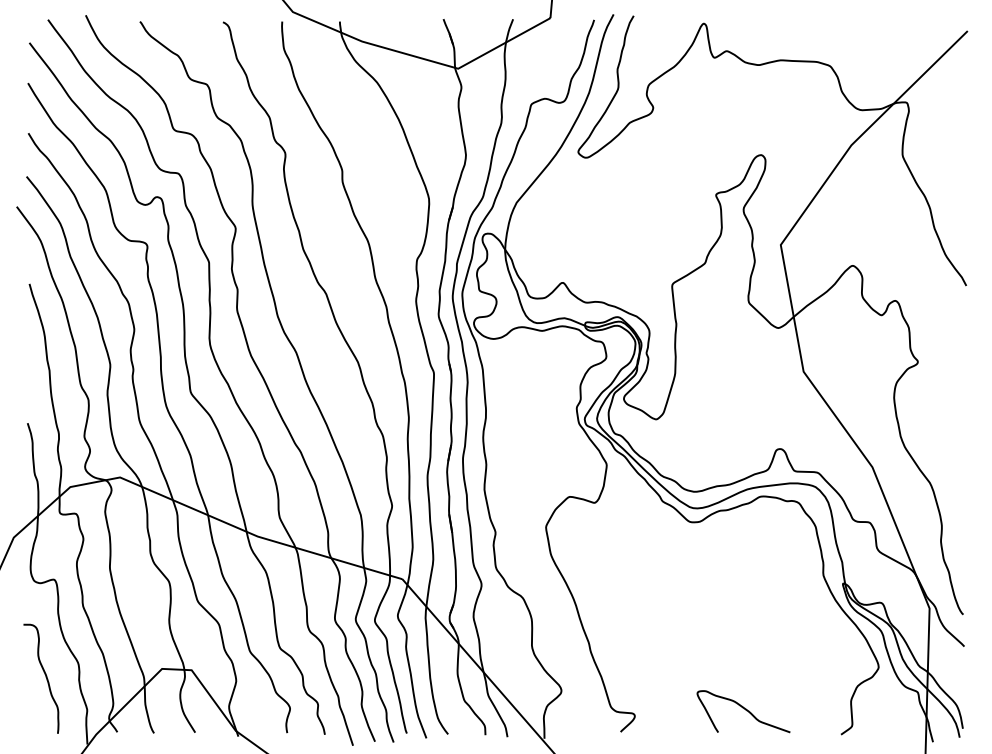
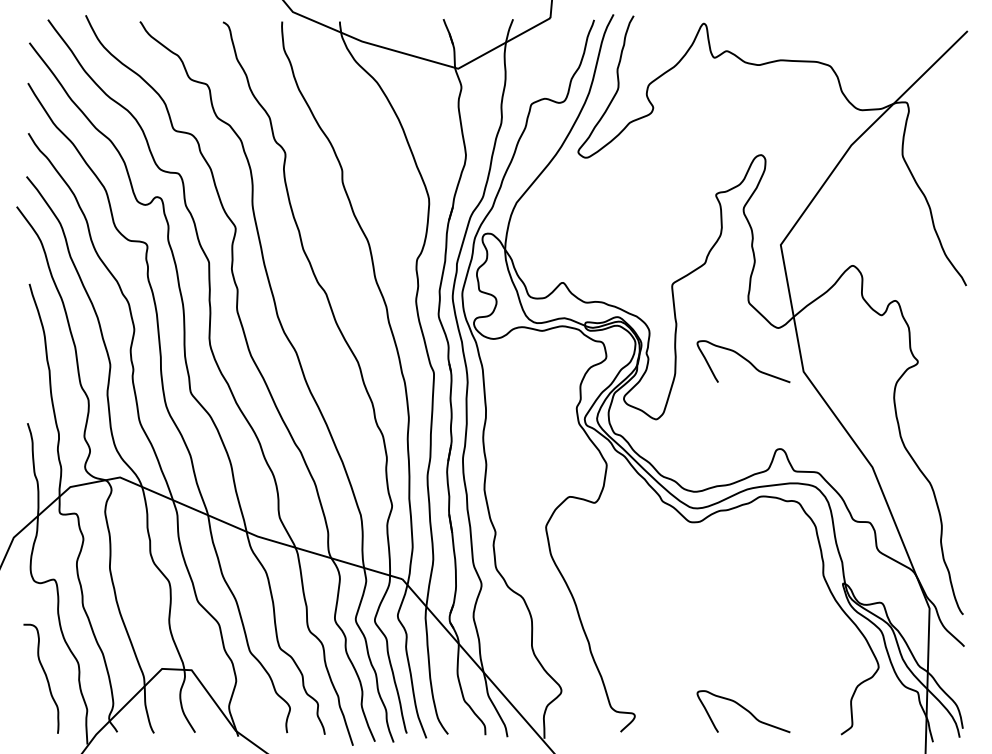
curve at (744, 359): none -> present
